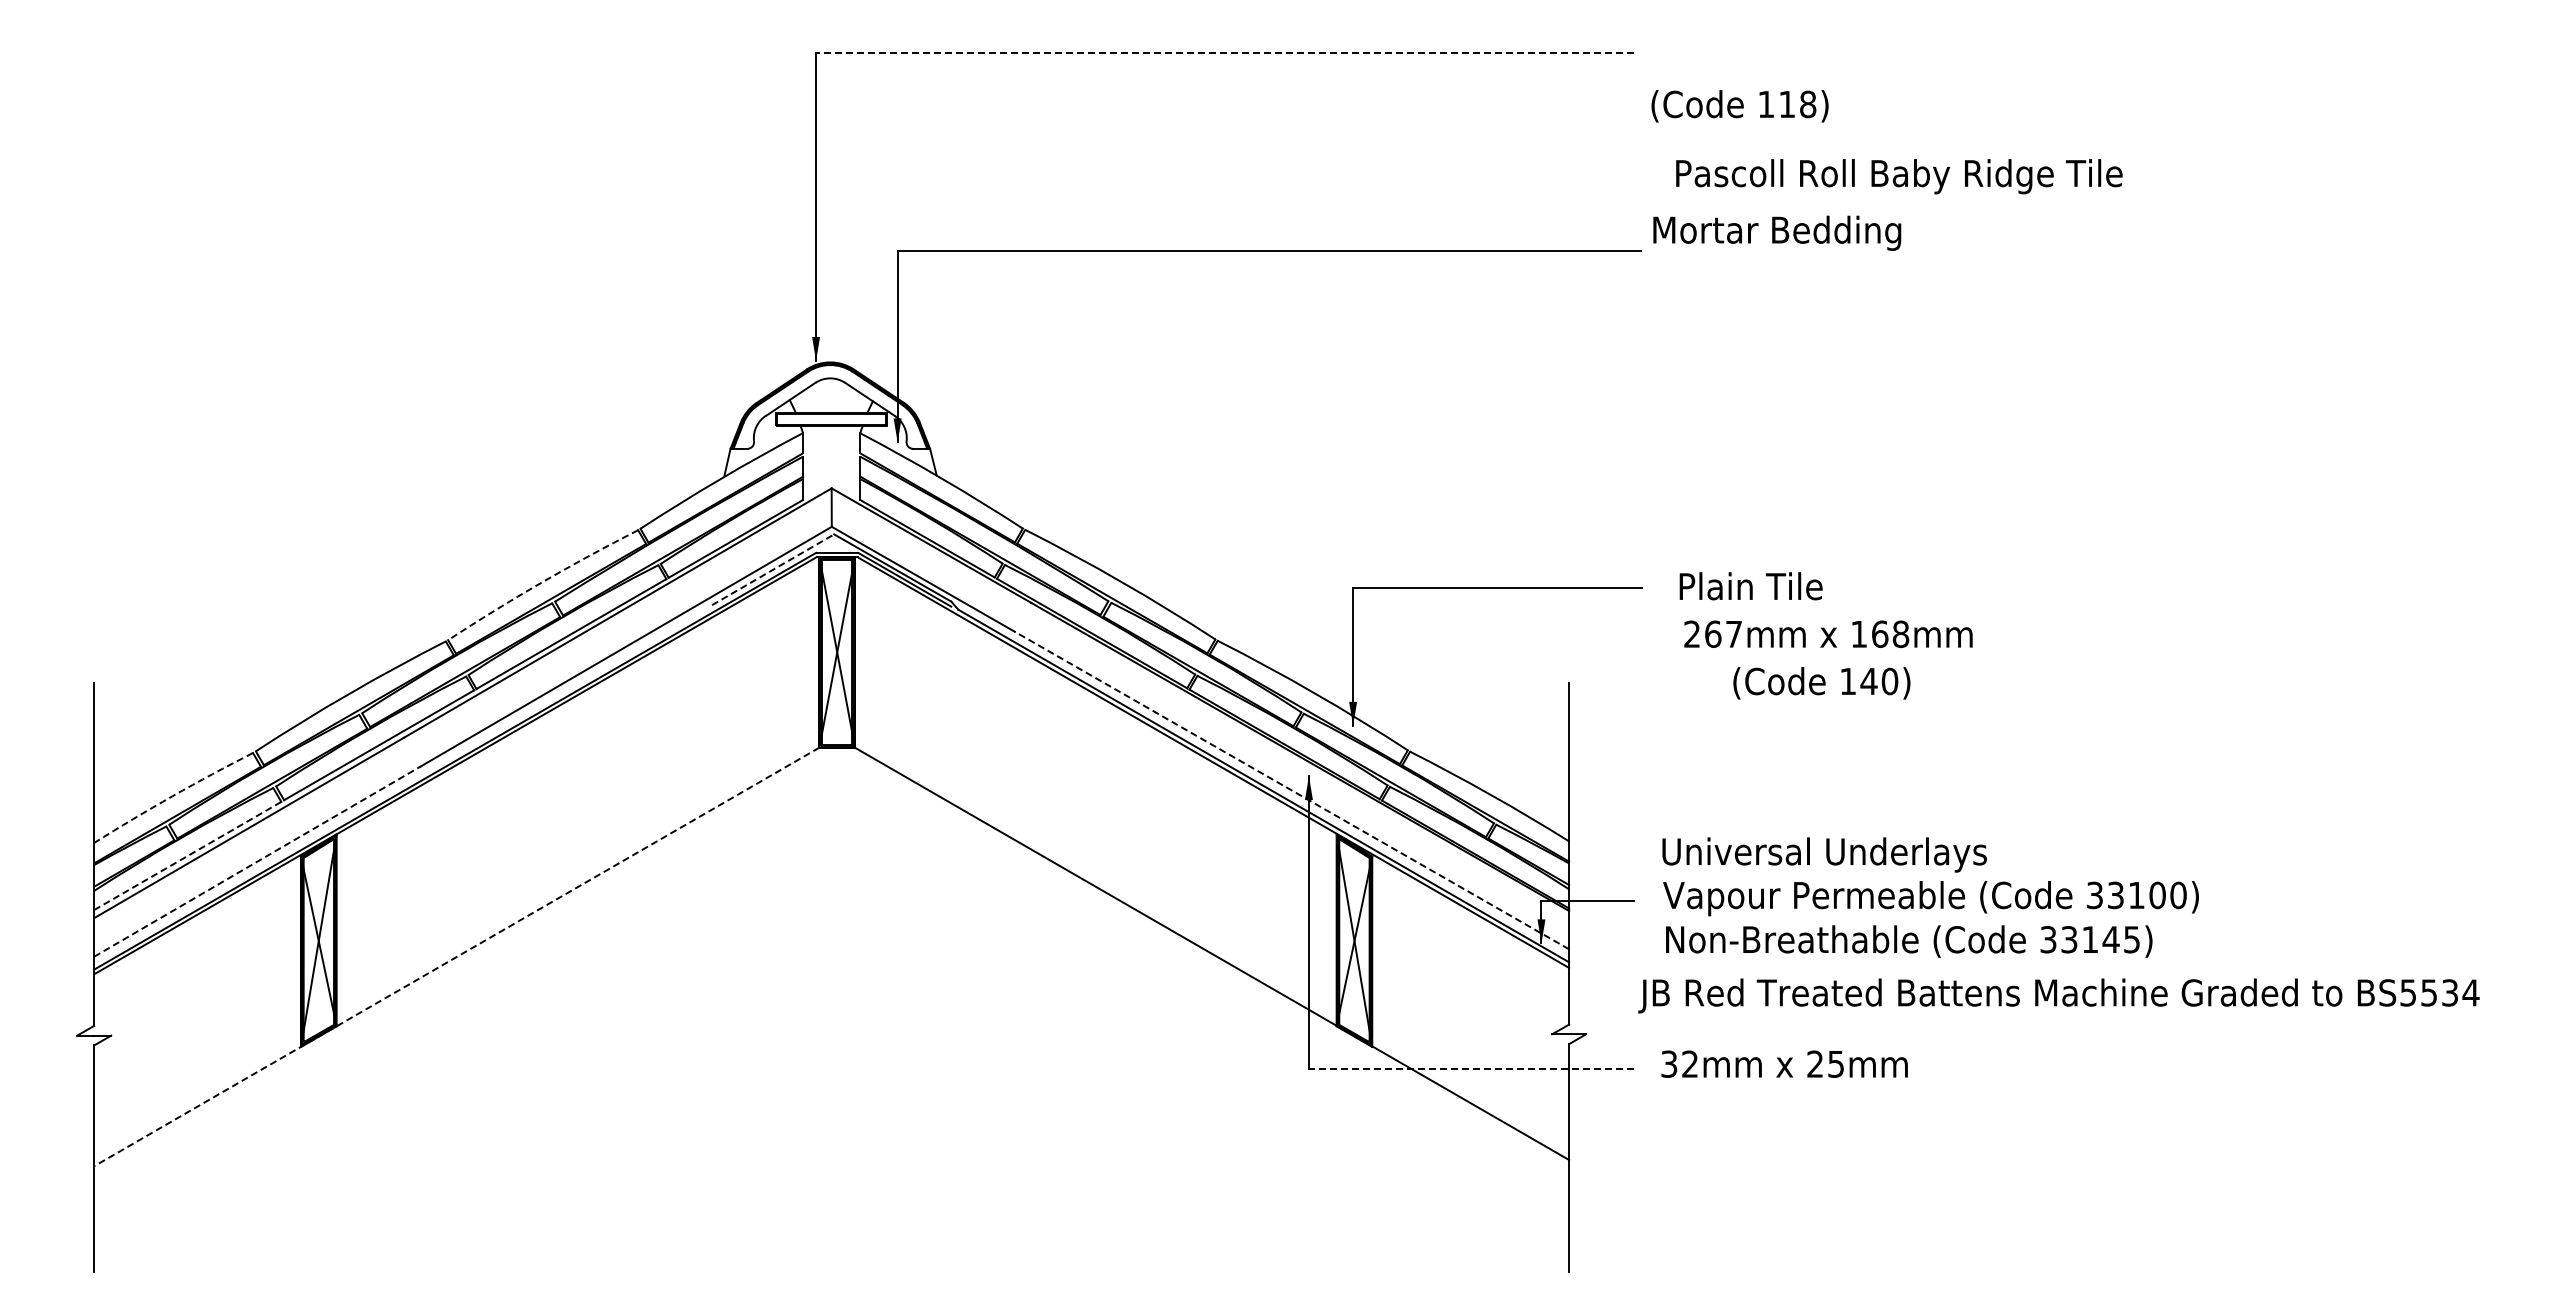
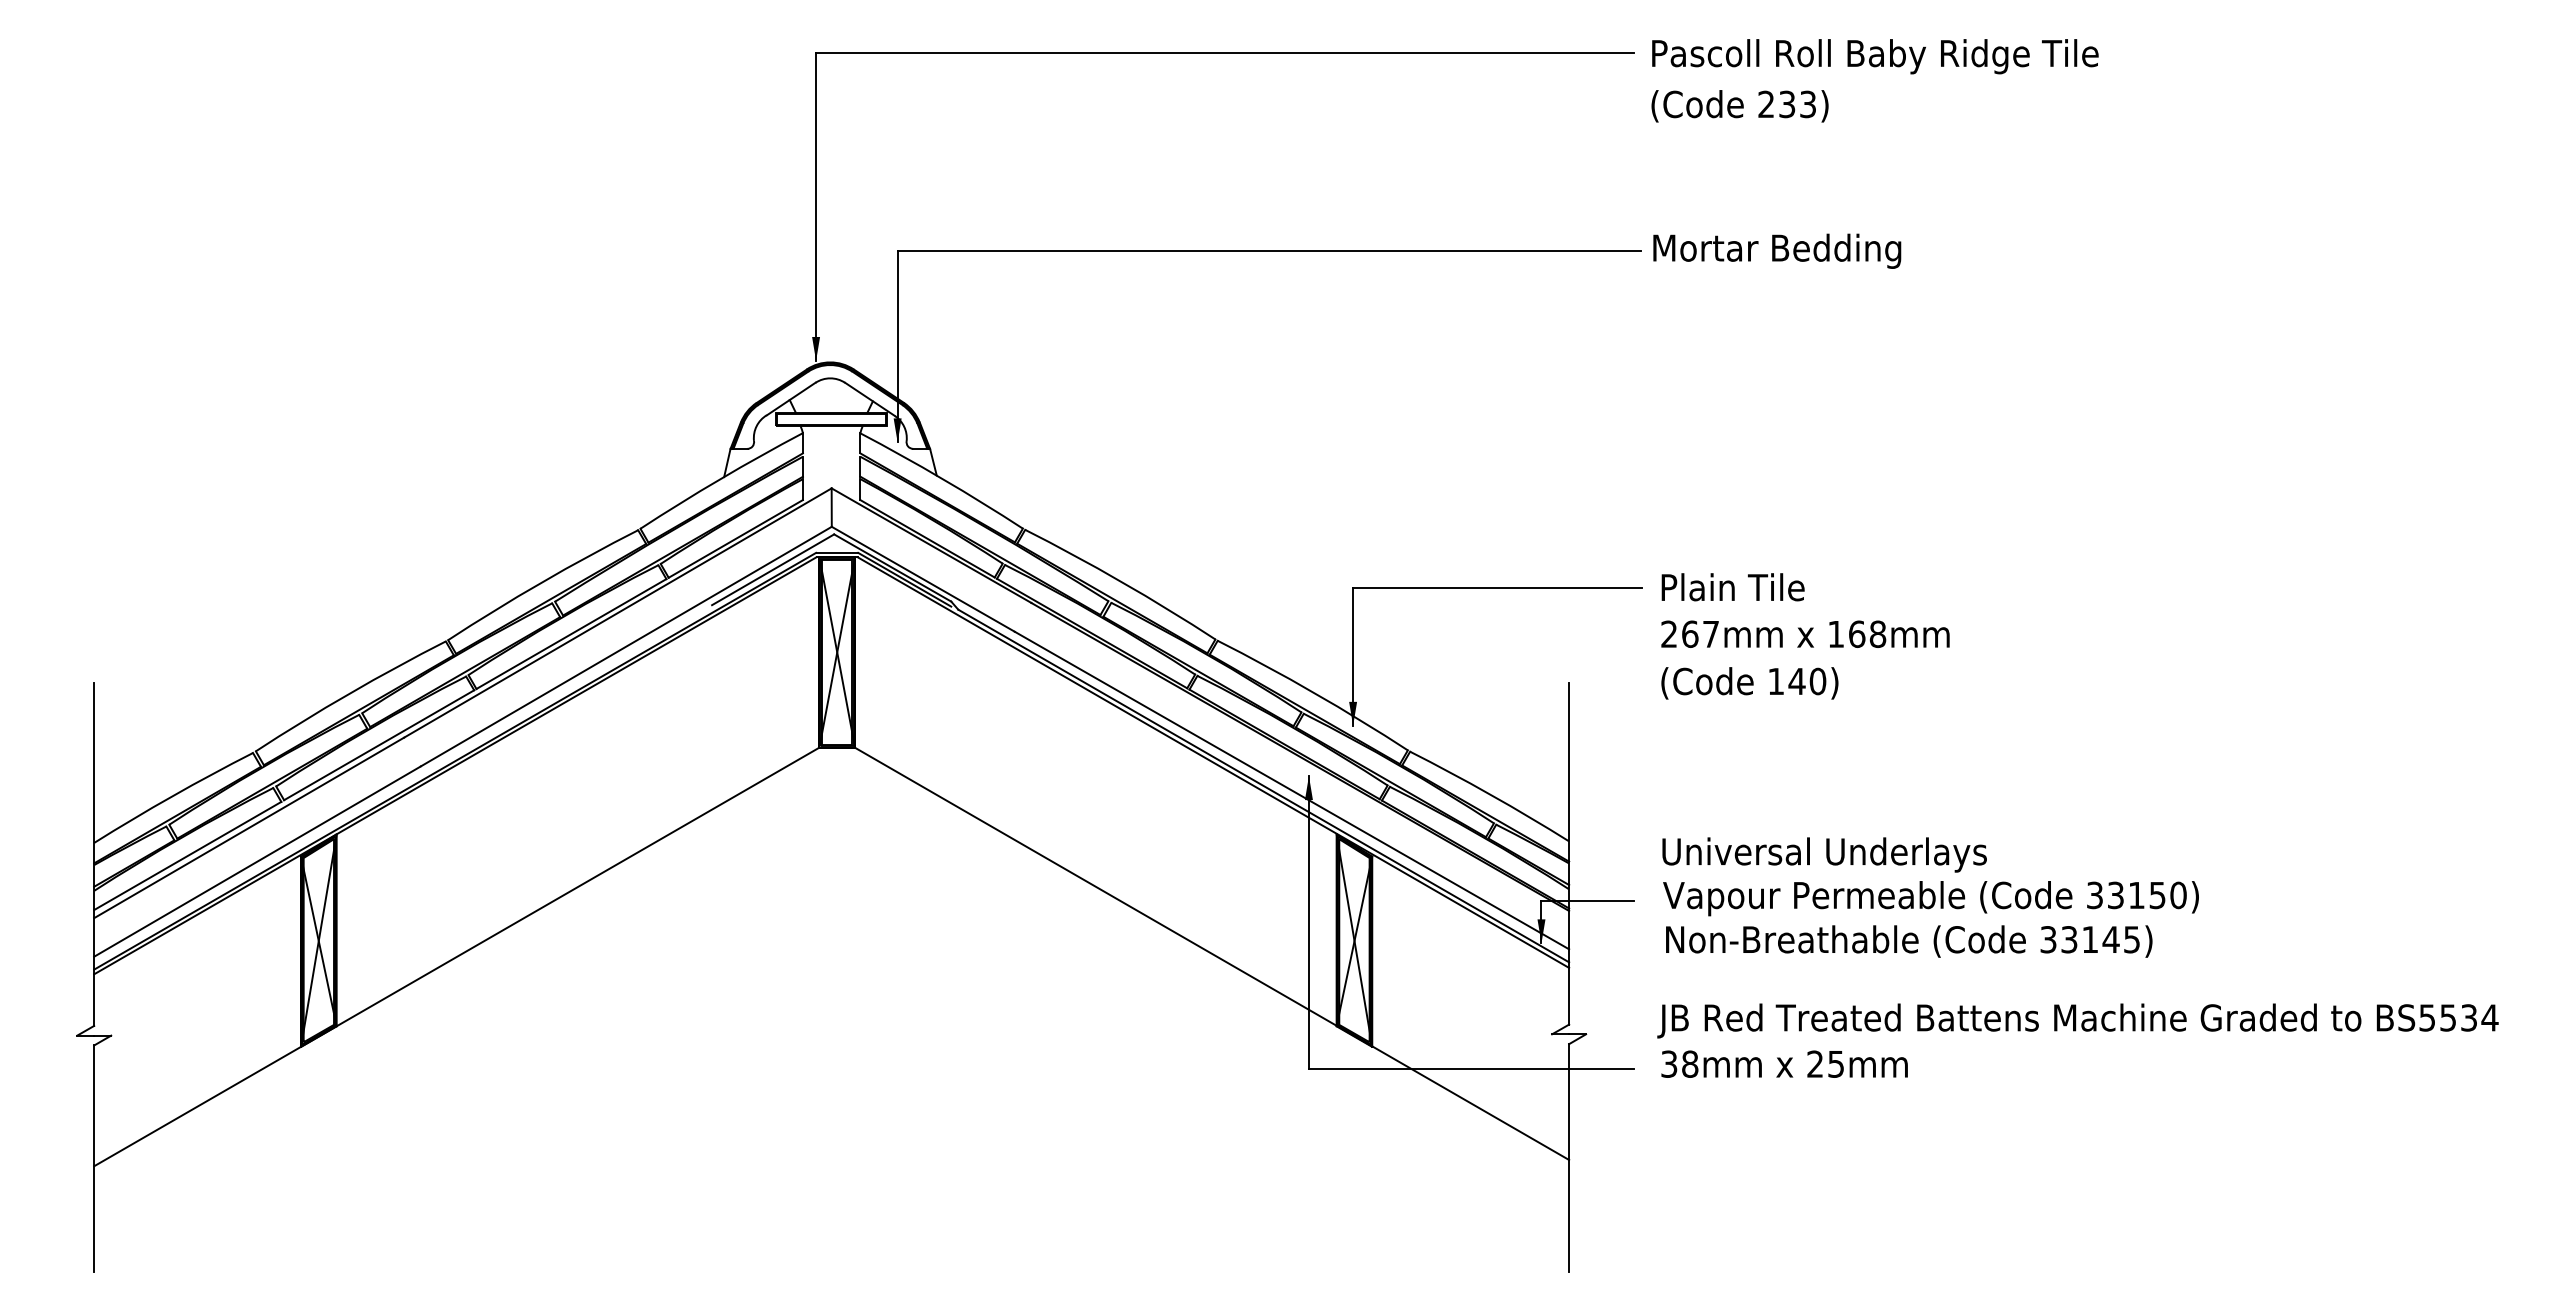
line at (1225, 52): dashed -> solid
text at (1787, 104): 118) -> 233)
text at (1899, 176) position: (1899, 176) -> (1875, 56)
text at (1777, 232) position: (1777, 232) -> (1777, 250)
line at (773, 569): dashed -> solid
arc at (541, 582): dashed -> solid
text at (1750, 586) position: (1750, 586) -> (1732, 587)
text at (1828, 633) position: (1828, 633) -> (1805, 633)
text at (1821, 683) position: (1821, 683) -> (1749, 683)
line at (1291, 790): dashed -> solid
arc at (172, 796): dashed -> solid
line at (188, 855): dashed -> solid
line at (257, 861): dashed -> solid
text at (2157, 895): 33100) -> 33150)
line at (456, 956): dashed -> solid
text at (2058, 995) position: (2058, 995) -> (2077, 1020)
text at (1690, 1063): 32mm -> 38mm
line at (1471, 1069): dashed -> solid
